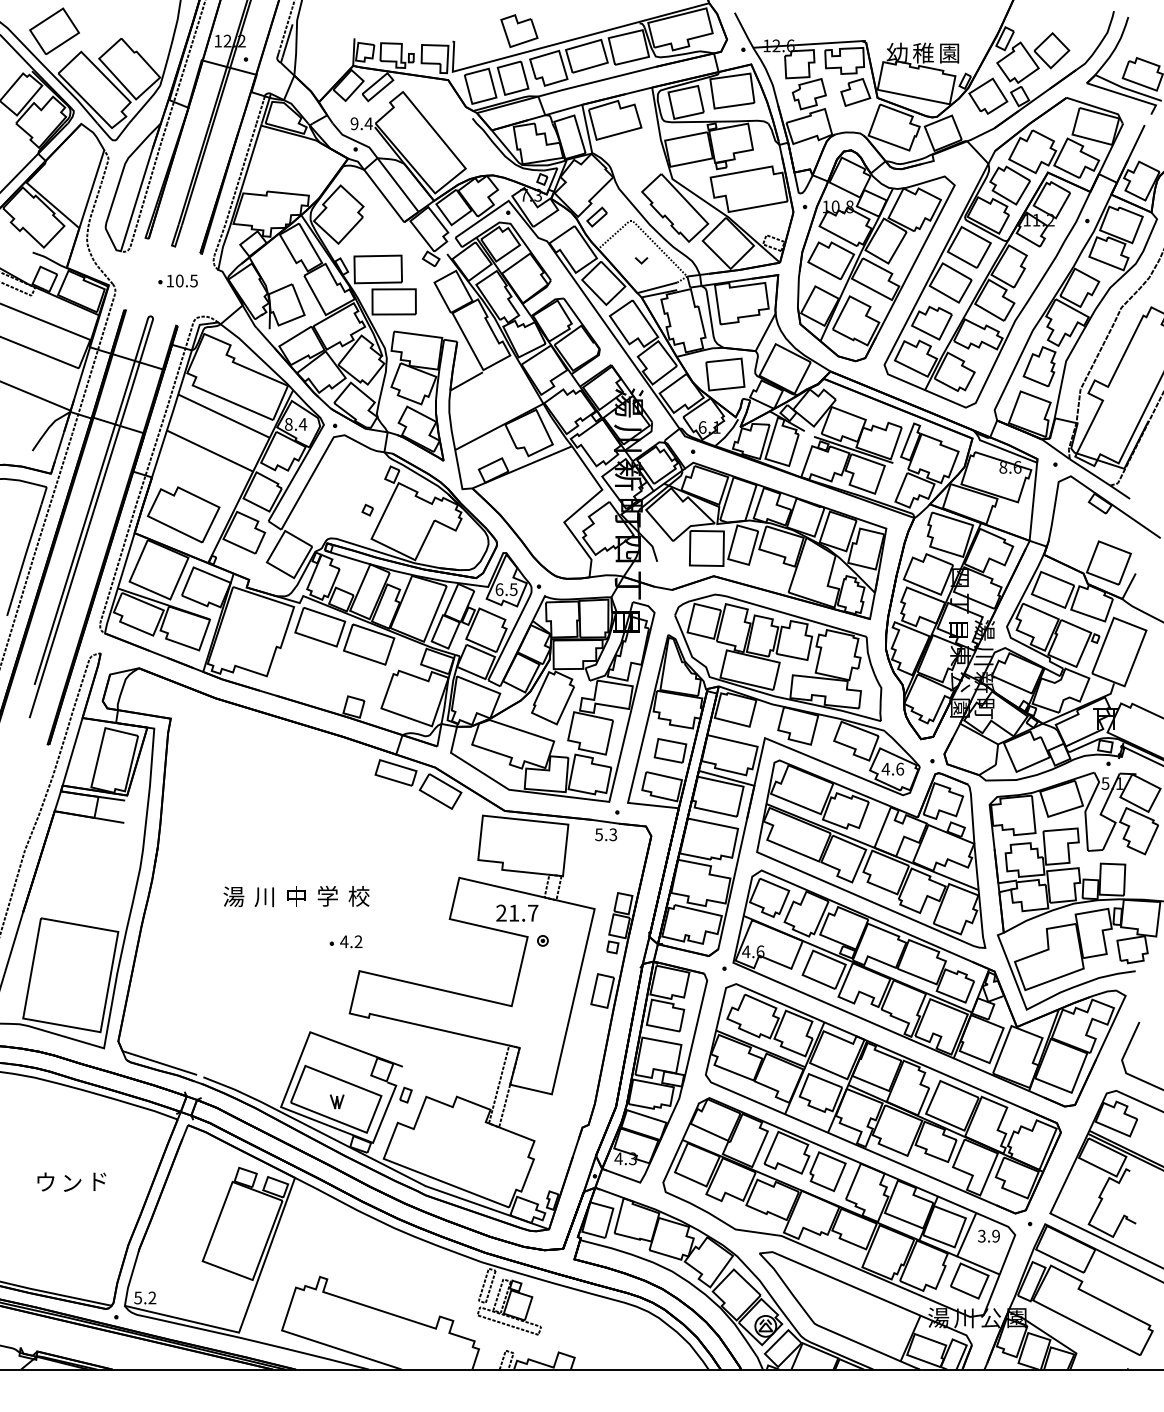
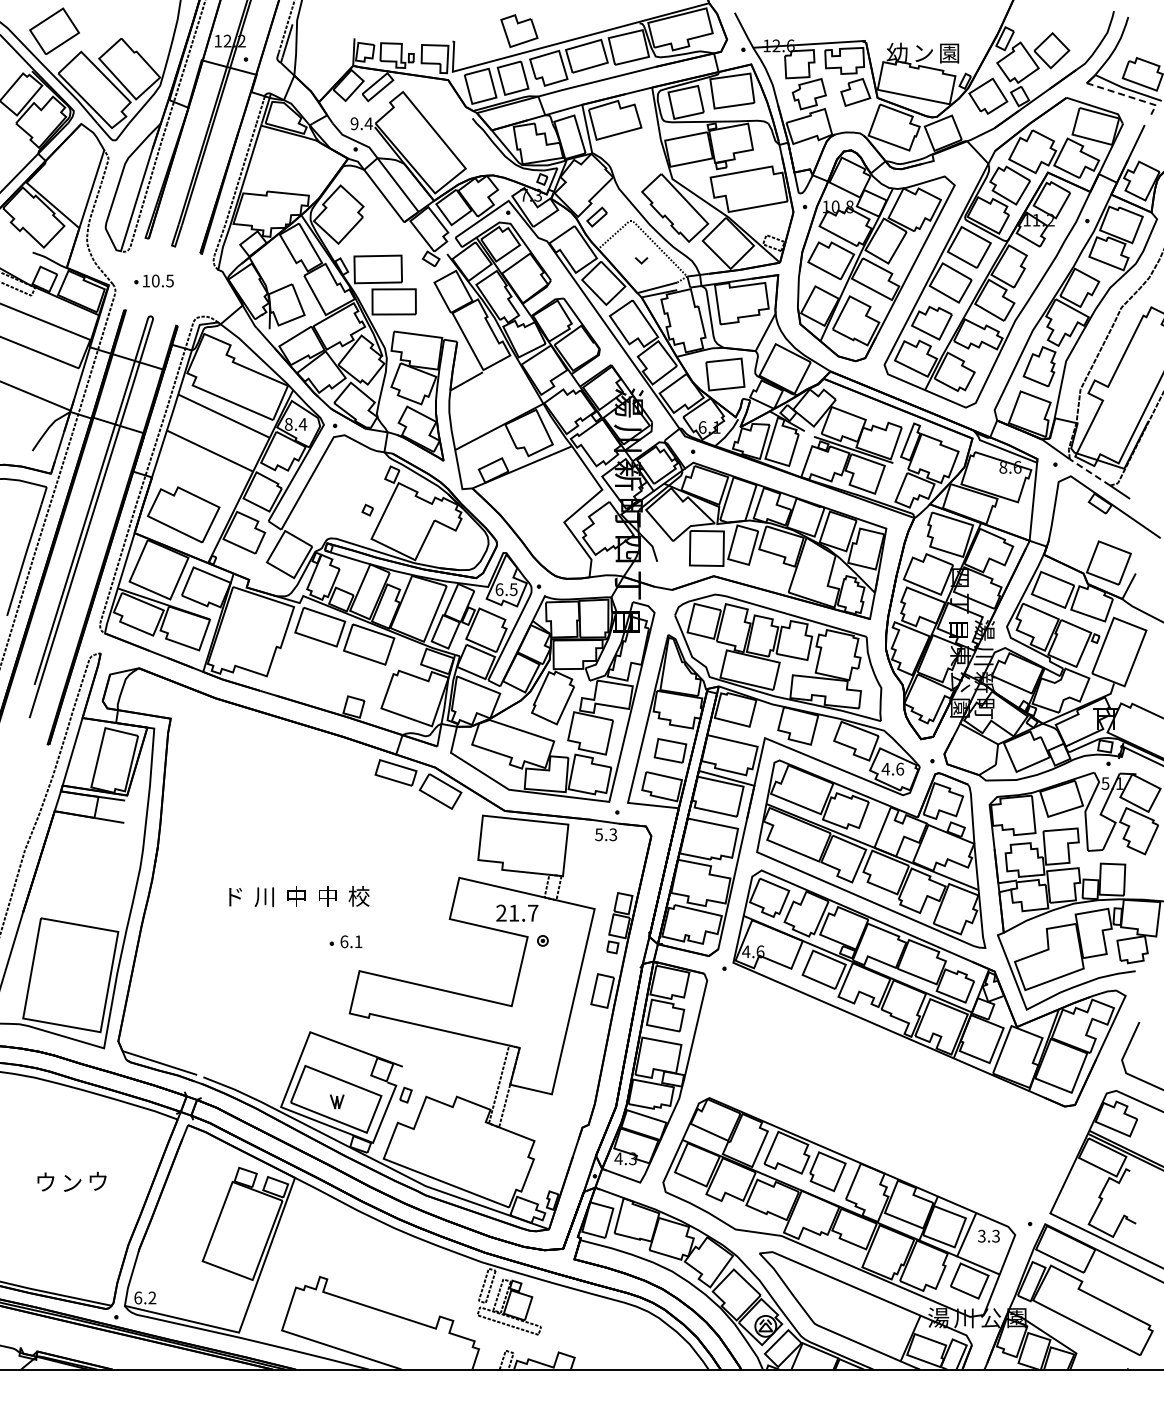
text at (923, 52): 稚 -> ン
line at (1127, 96): solid -> dashed
part at (177, 280) position: (177, 280) -> (153, 280)
line at (1089, 472): solid -> dashed
text at (327, 895): 学 -> 中
text at (233, 896): 湯 -> ド
text at (351, 941): 4.2 -> 6.1
part at (883, 1098): present -> none
text at (97, 1180): ド -> ウ
text at (995, 1236): 3.9 -> 3.3
text at (138, 1297): 5.2 -> 6.2
